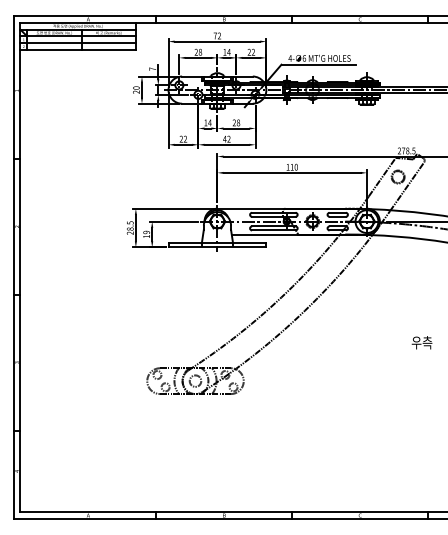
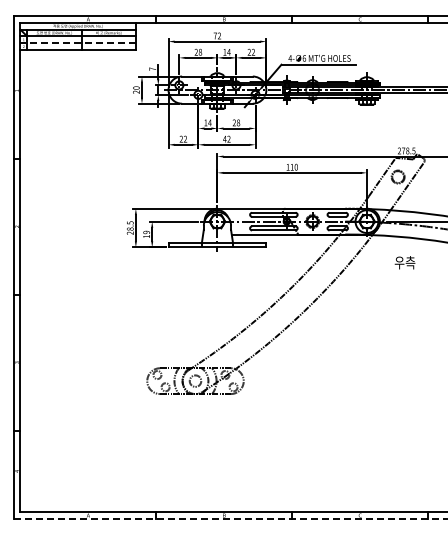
line at (78, 43): solid -> dashed
text at (421, 342) position: (421, 342) -> (404, 262)
line at (230, 518): solid -> dashed
